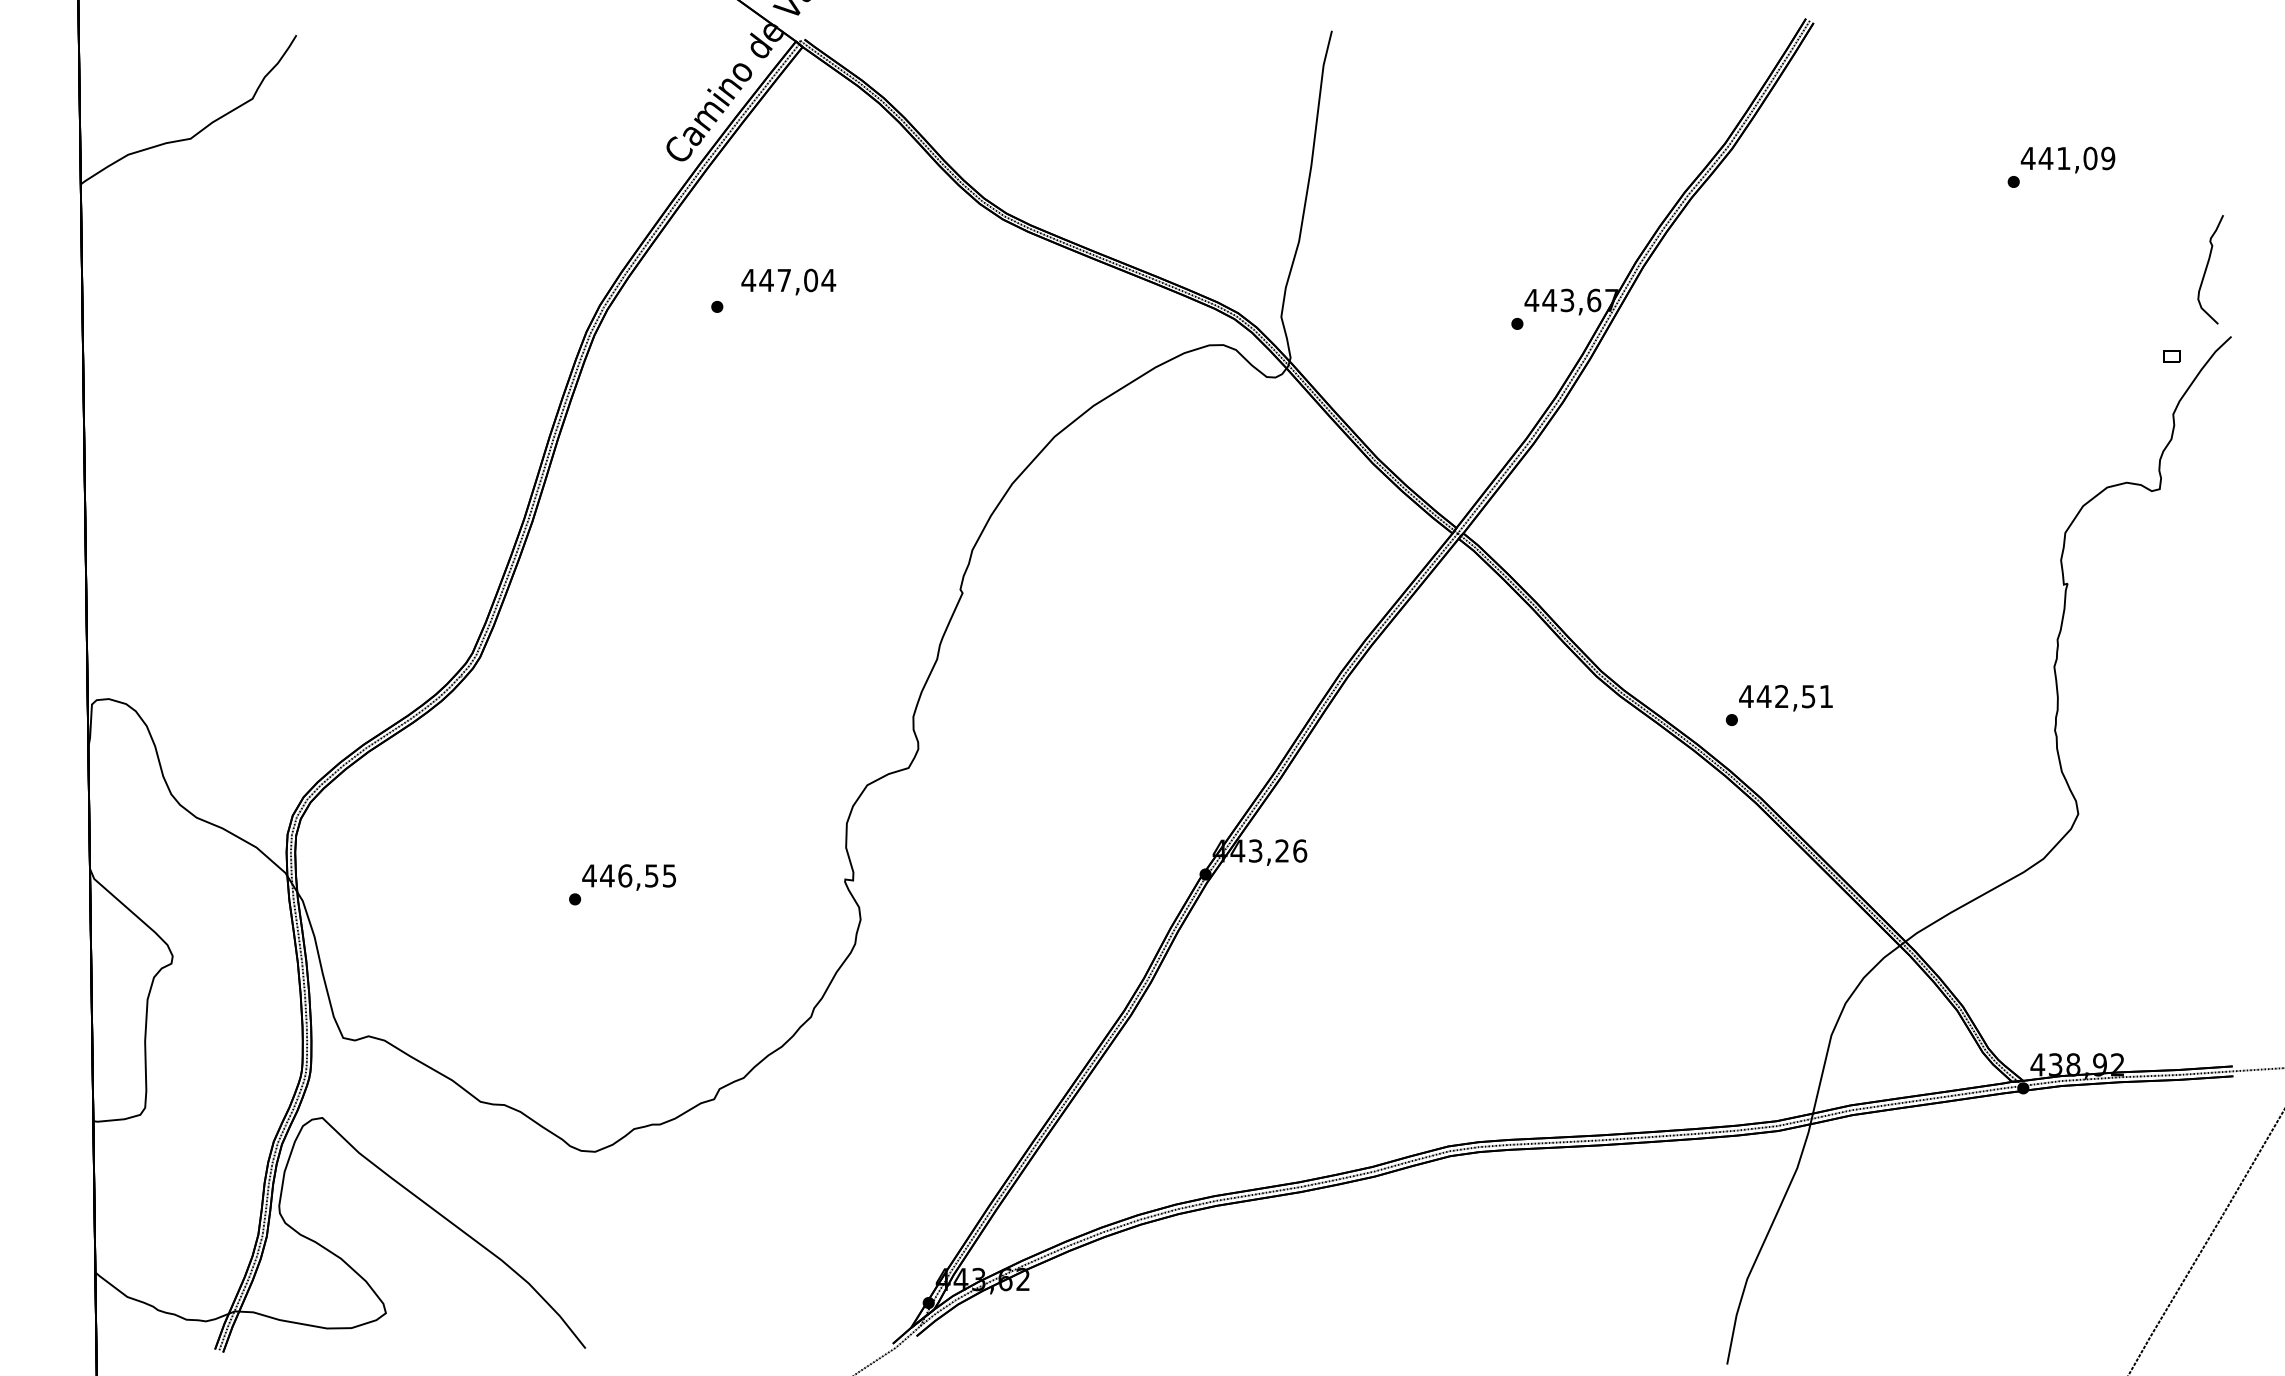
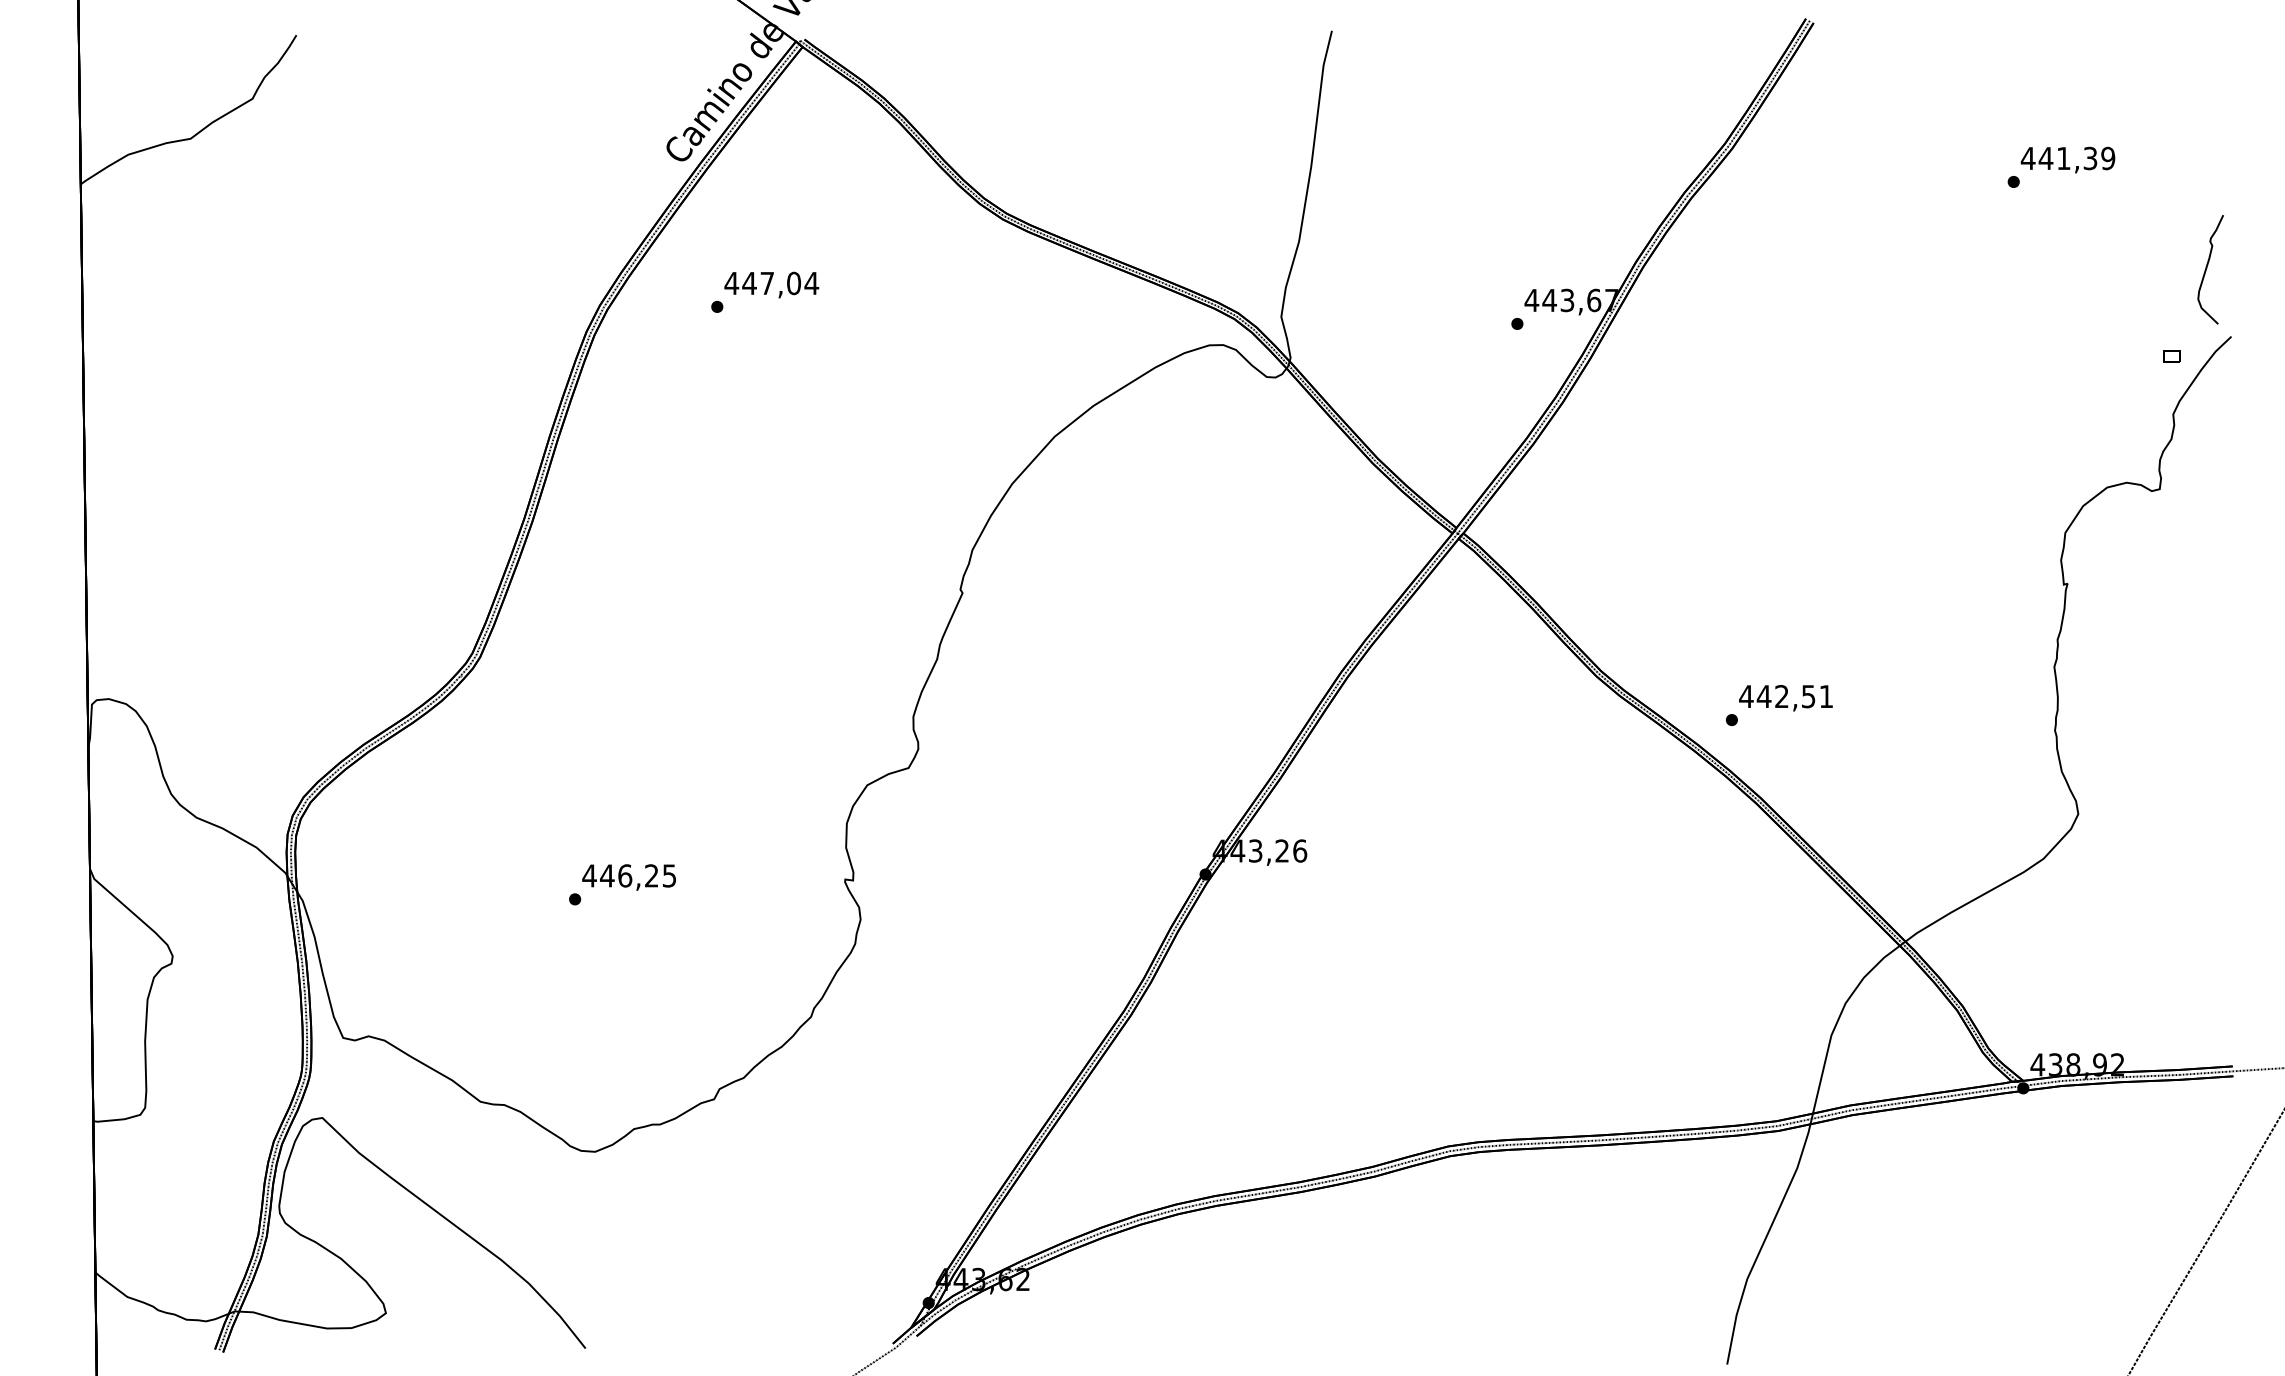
text at (2090, 158): 441,09 -> 441,39
text at (788, 281) position: (788, 281) -> (771, 284)
text at (651, 875): 446,55 -> 446,25
